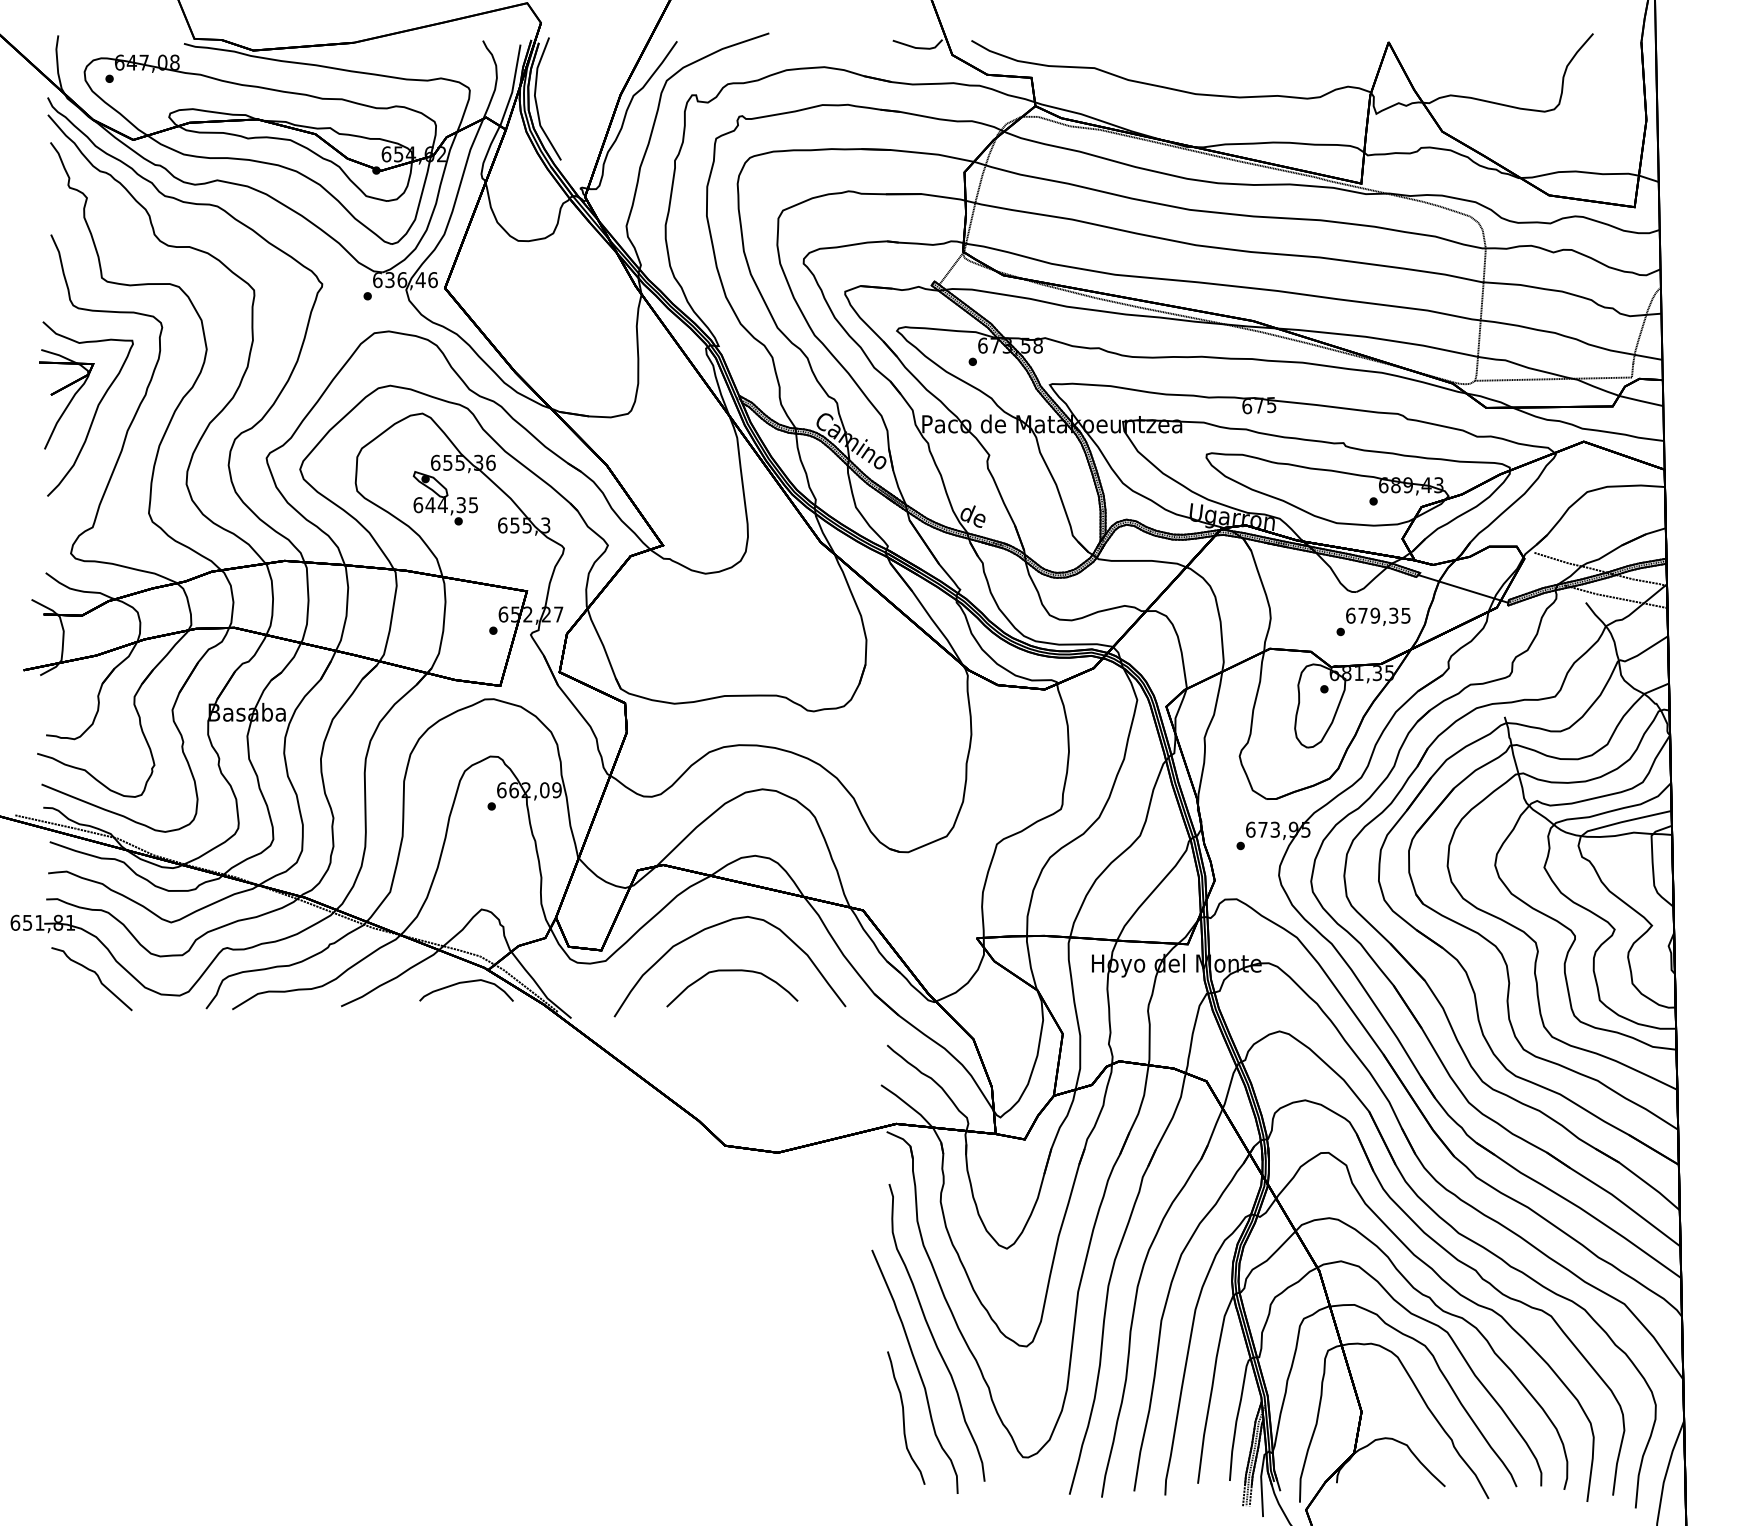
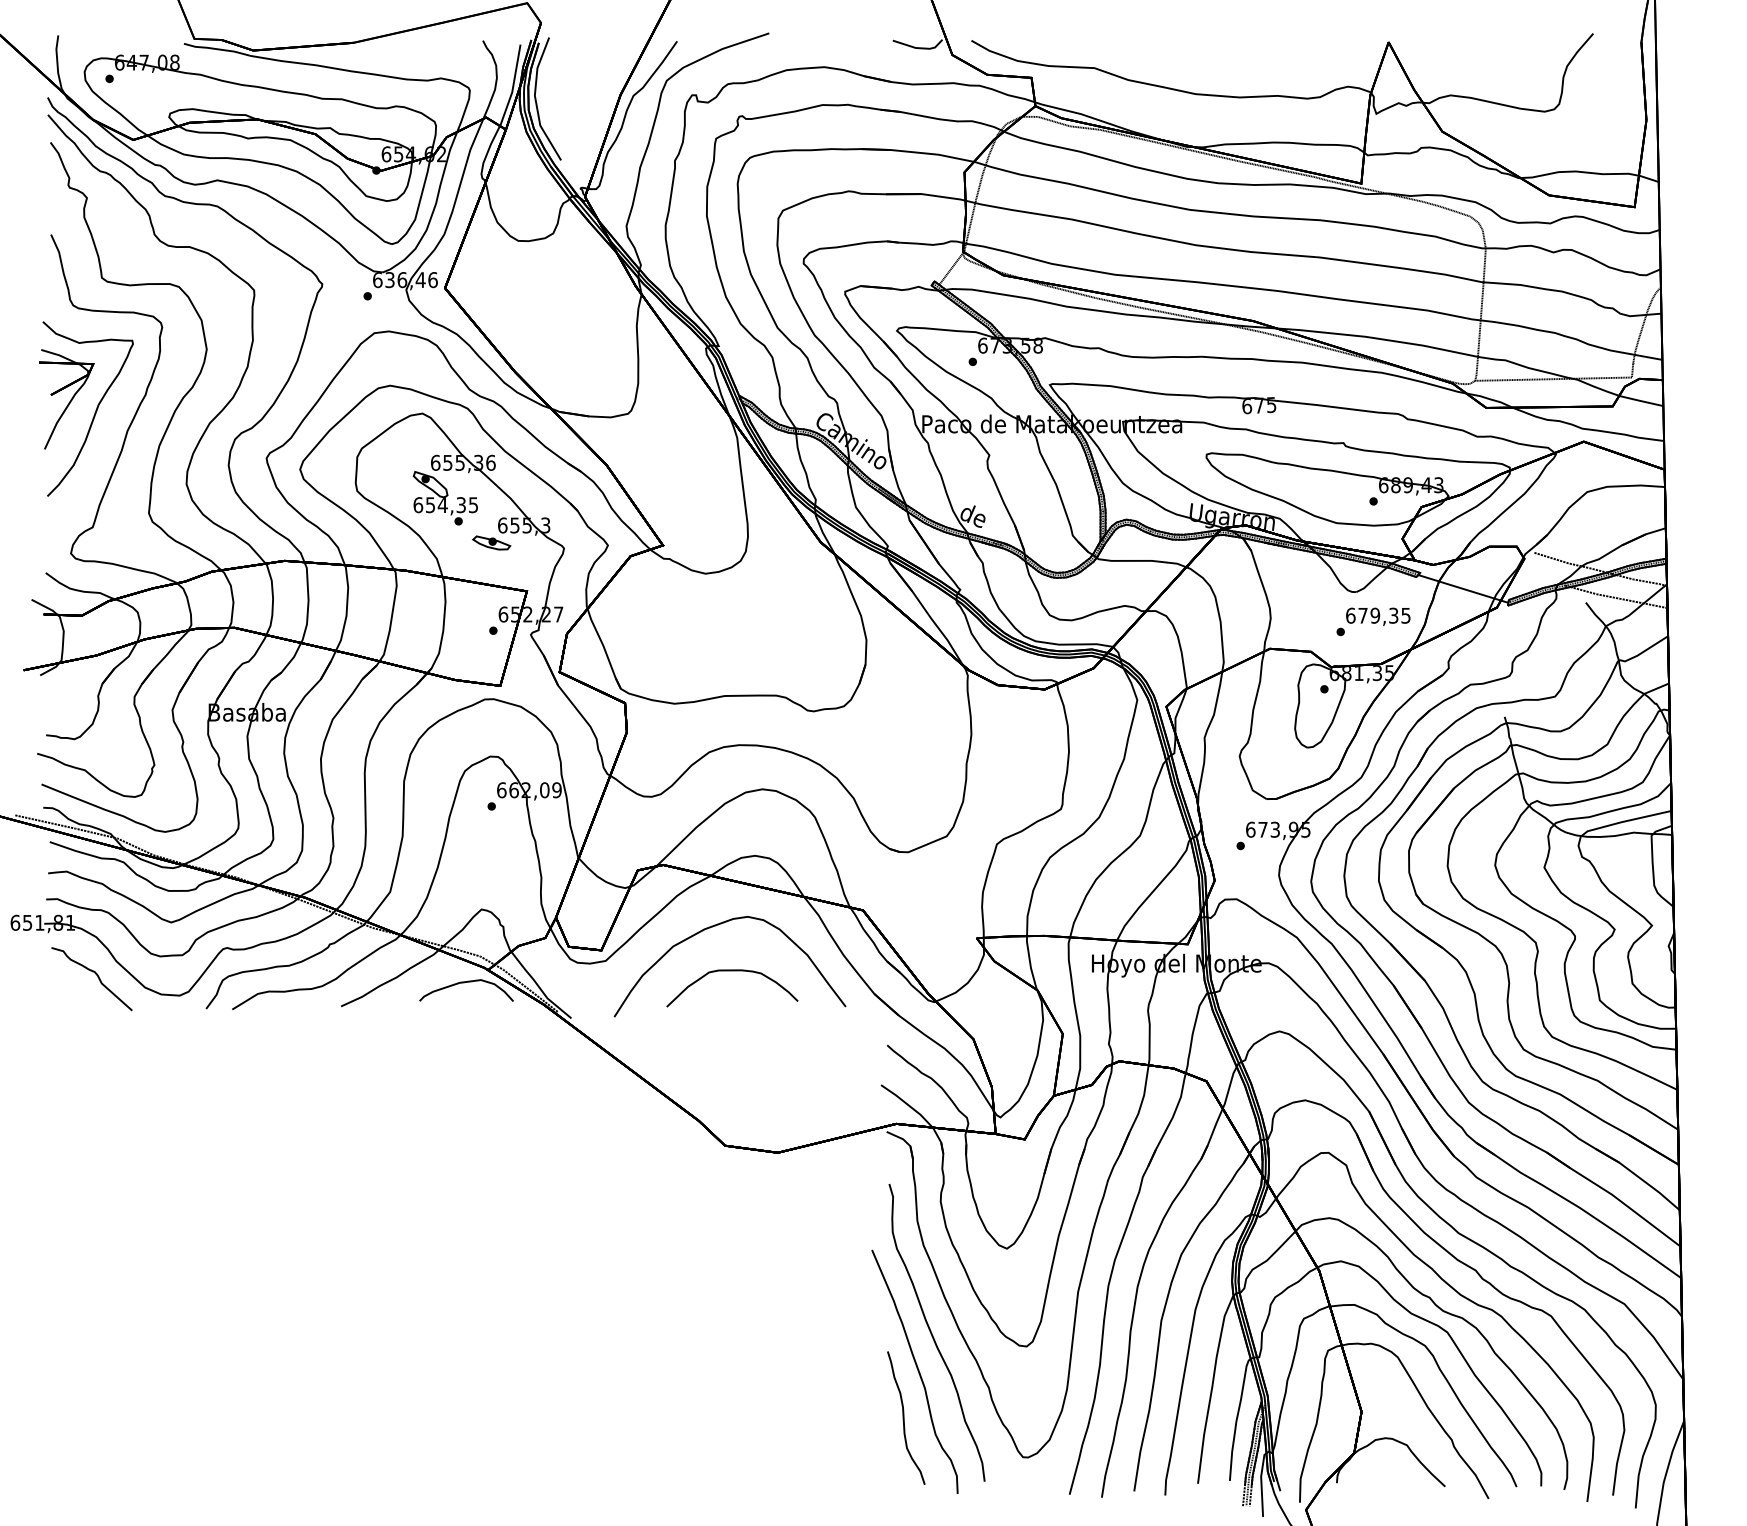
text at (430, 505): 644,35 -> 654,35
part at (491, 542): none -> present
